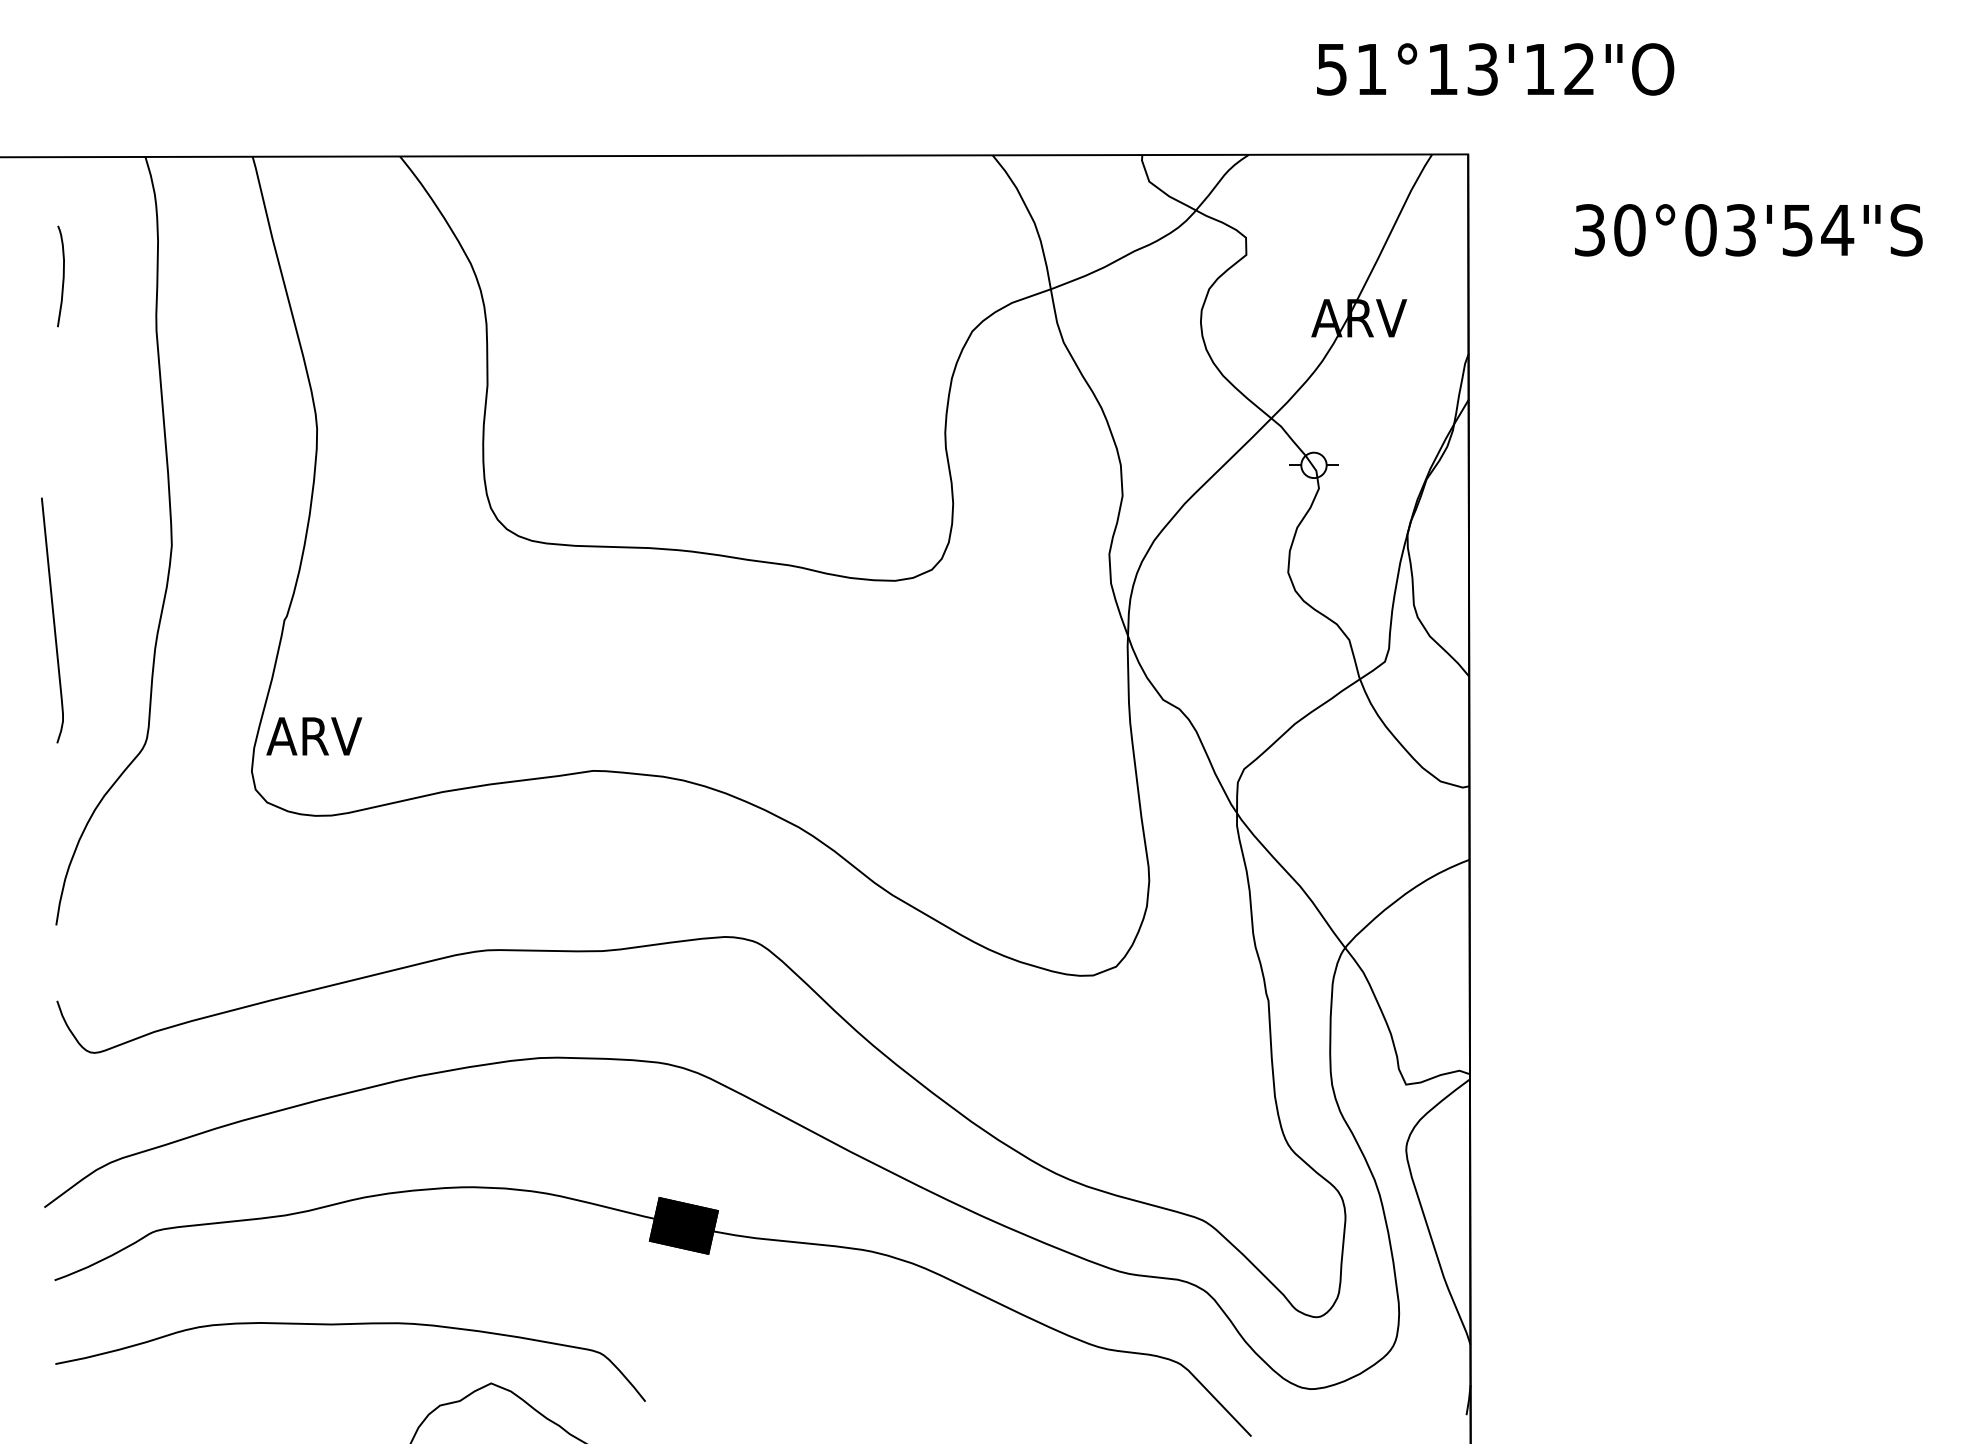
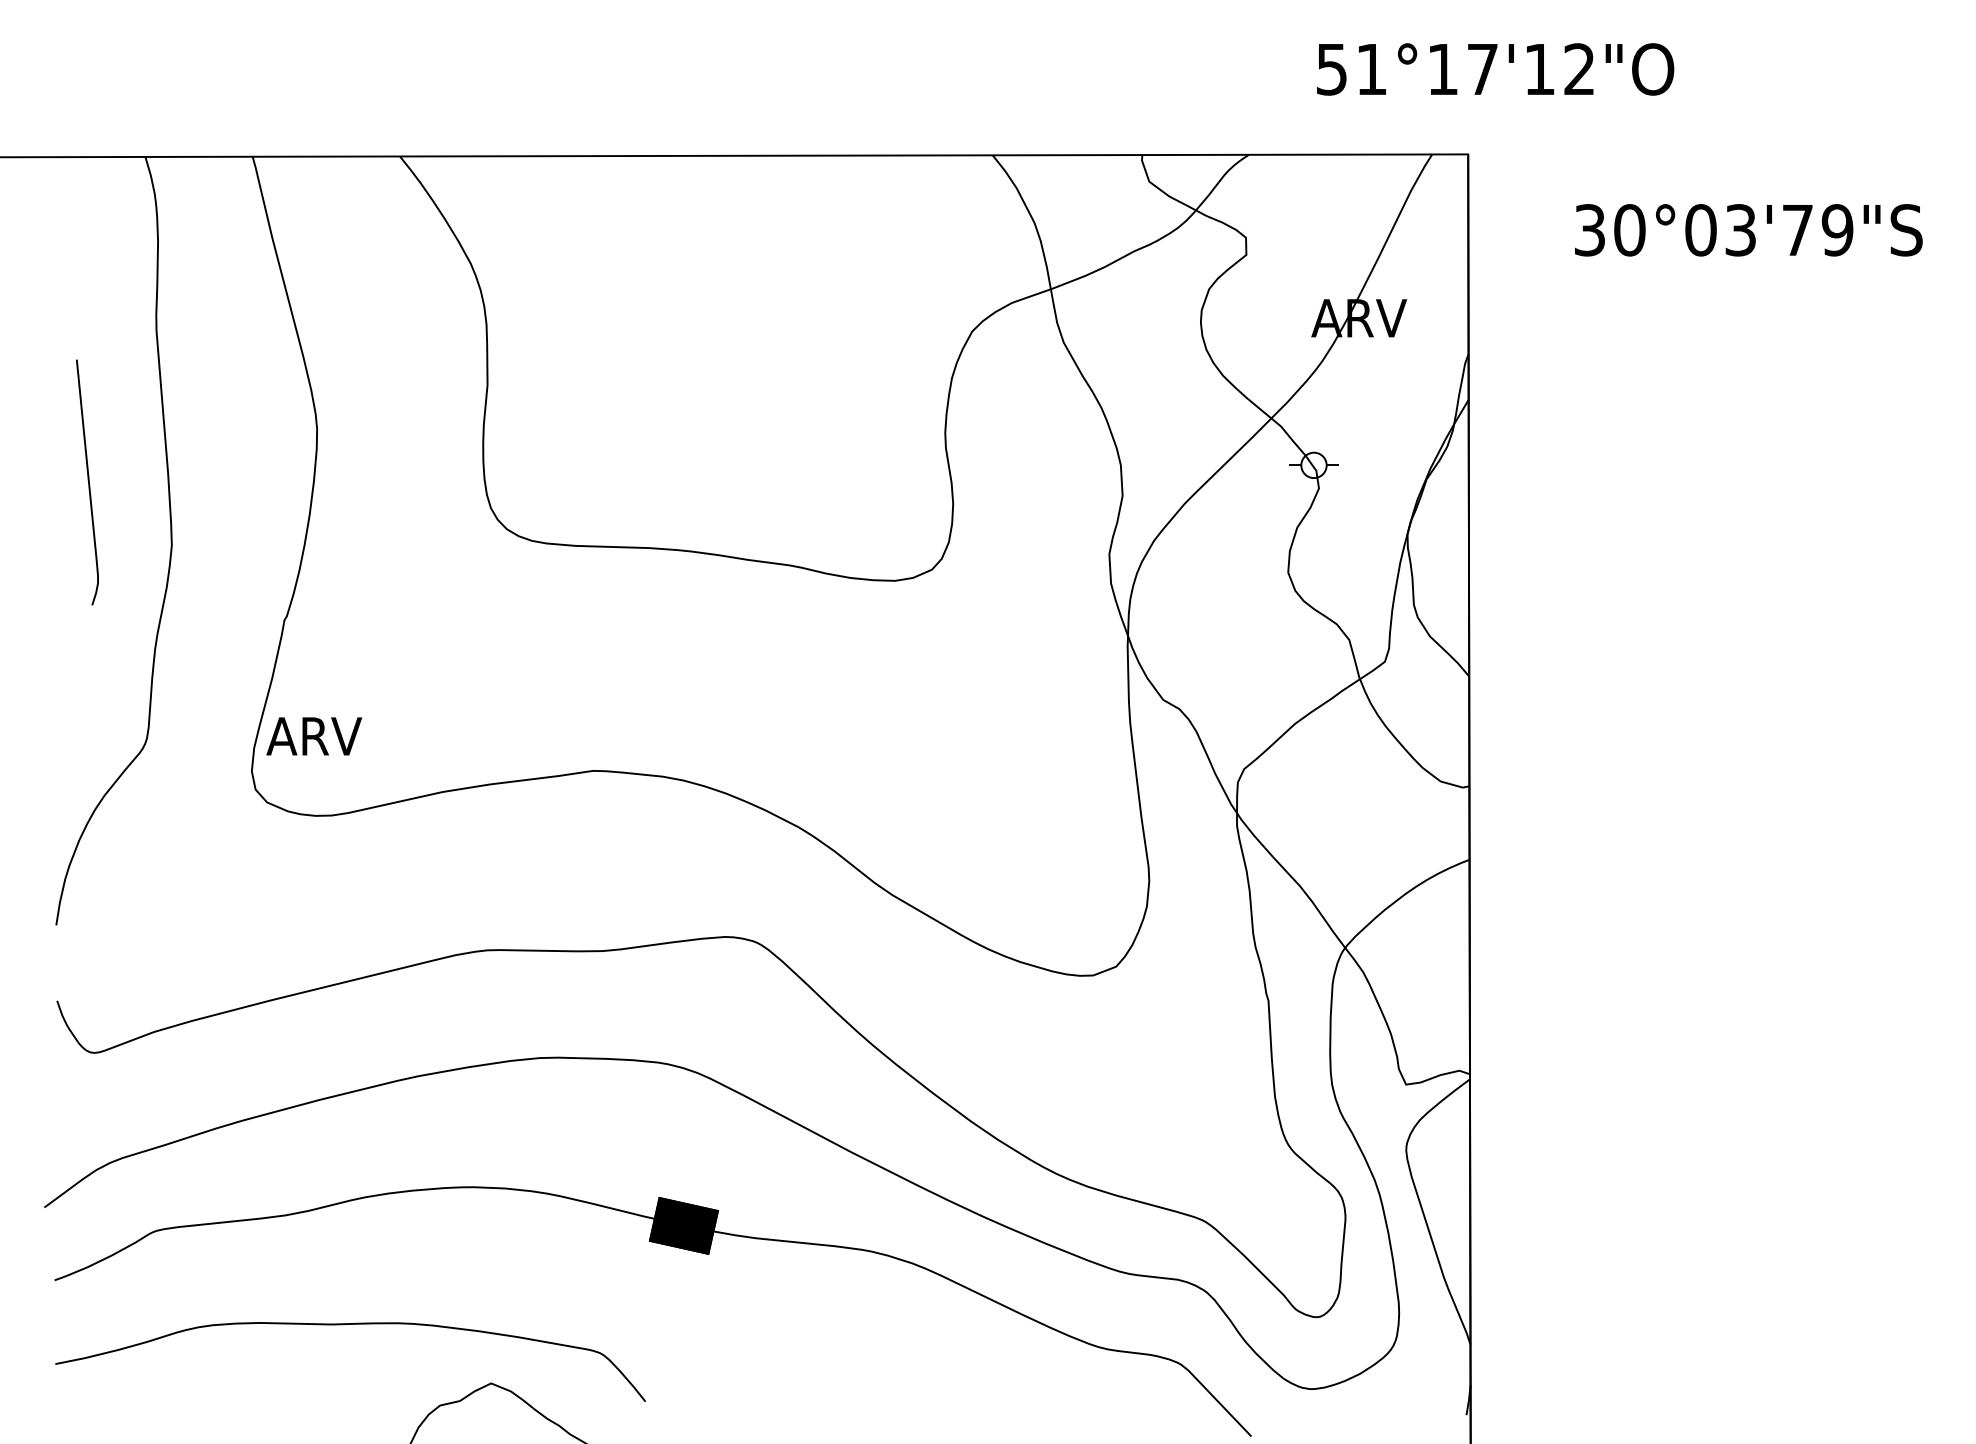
text at (1482, 69): 51°13'12"O -> 51°17'12"O
text at (1818, 230): 30°03'54"S -> 30°03'79"S
curve at (62, 276): present -> none
curve at (53, 620) position: (53, 620) -> (88, 482)
